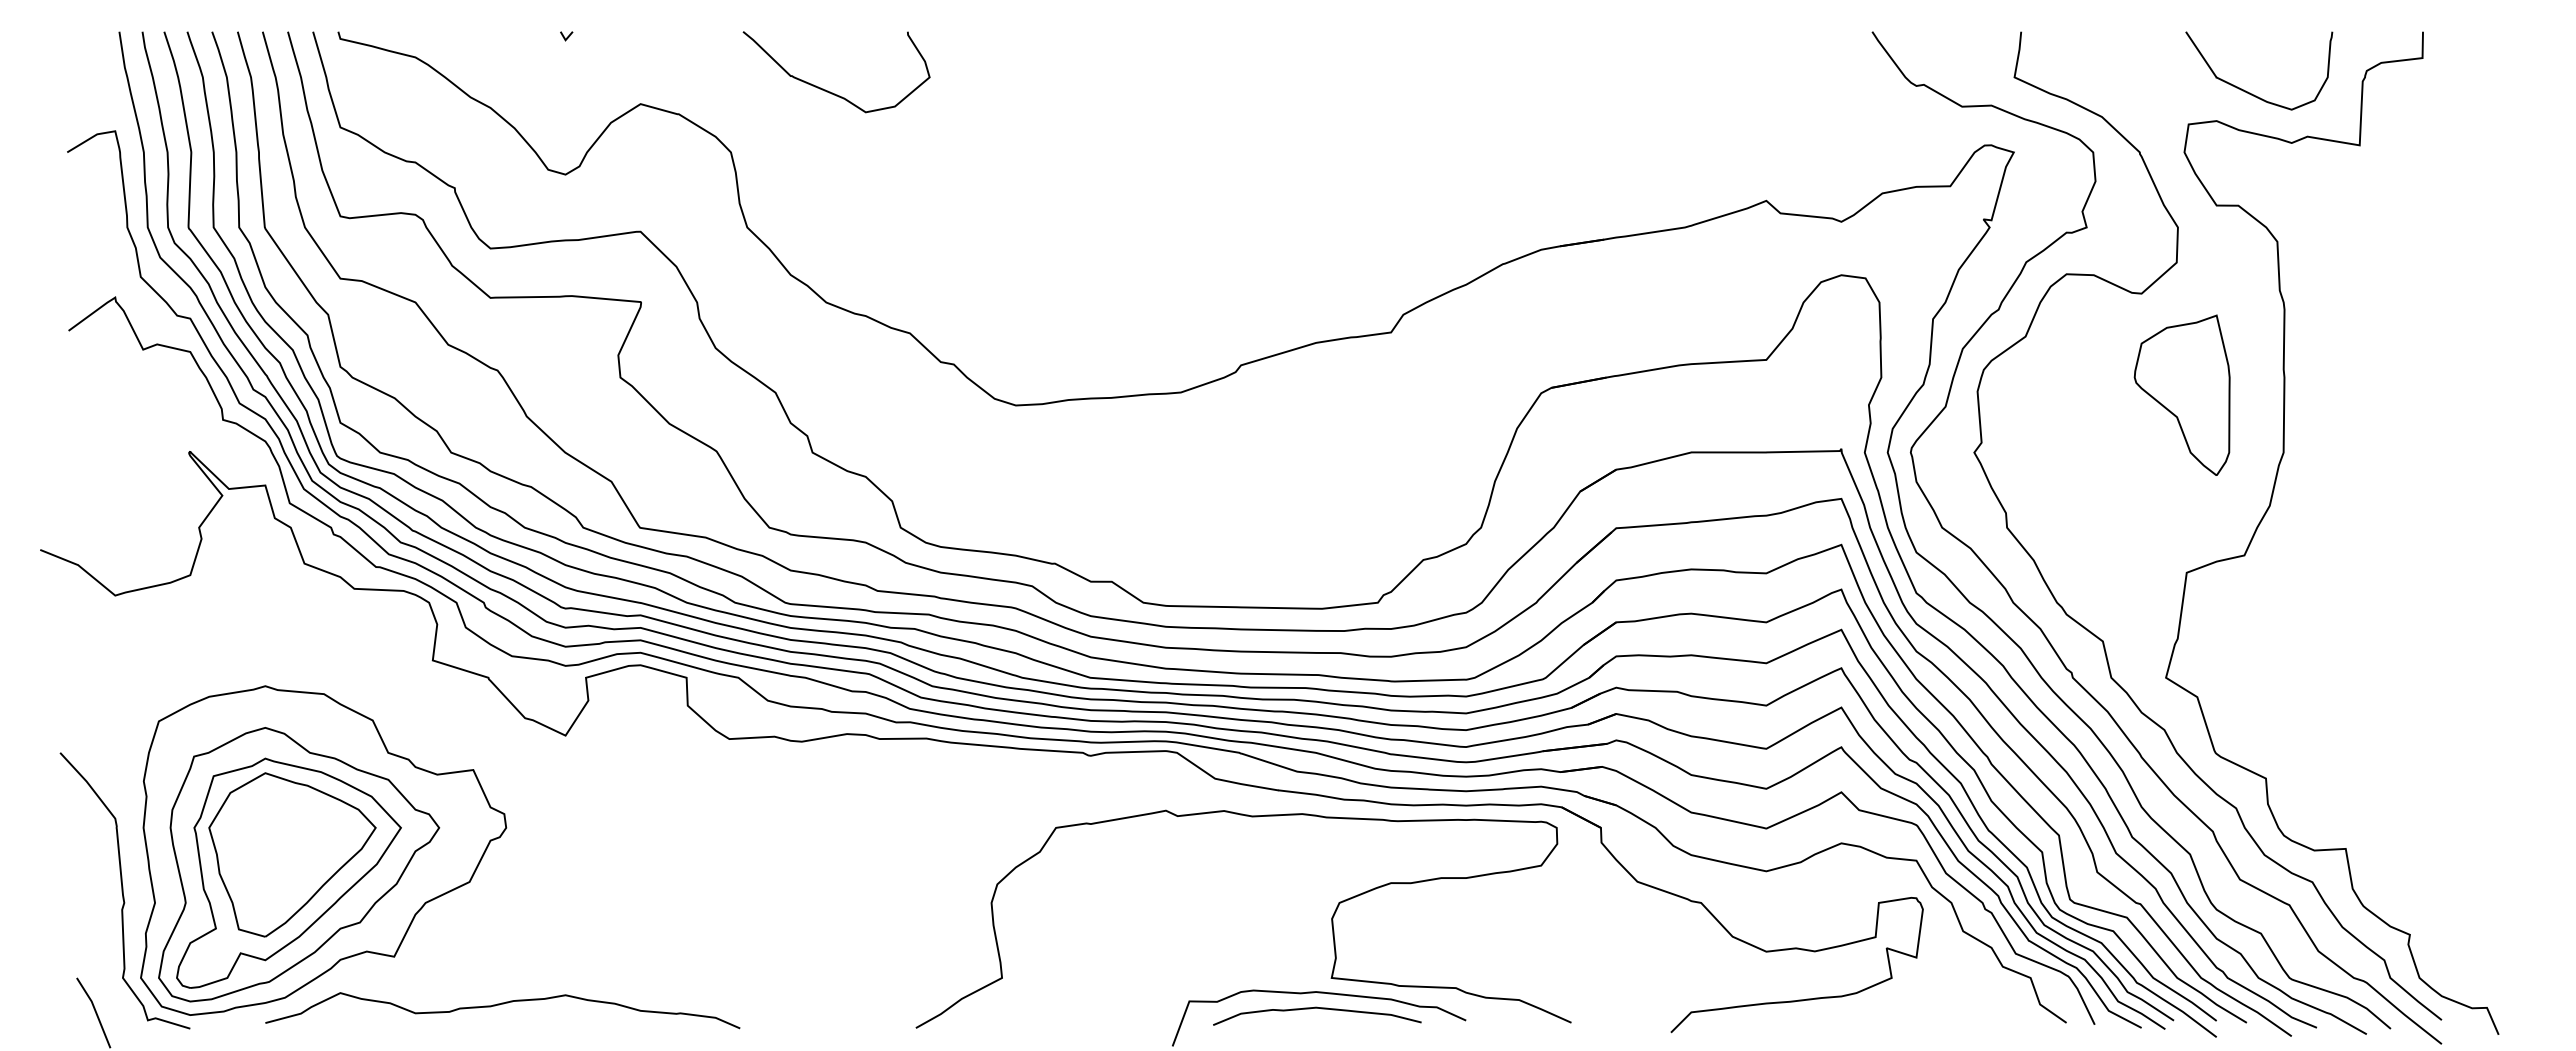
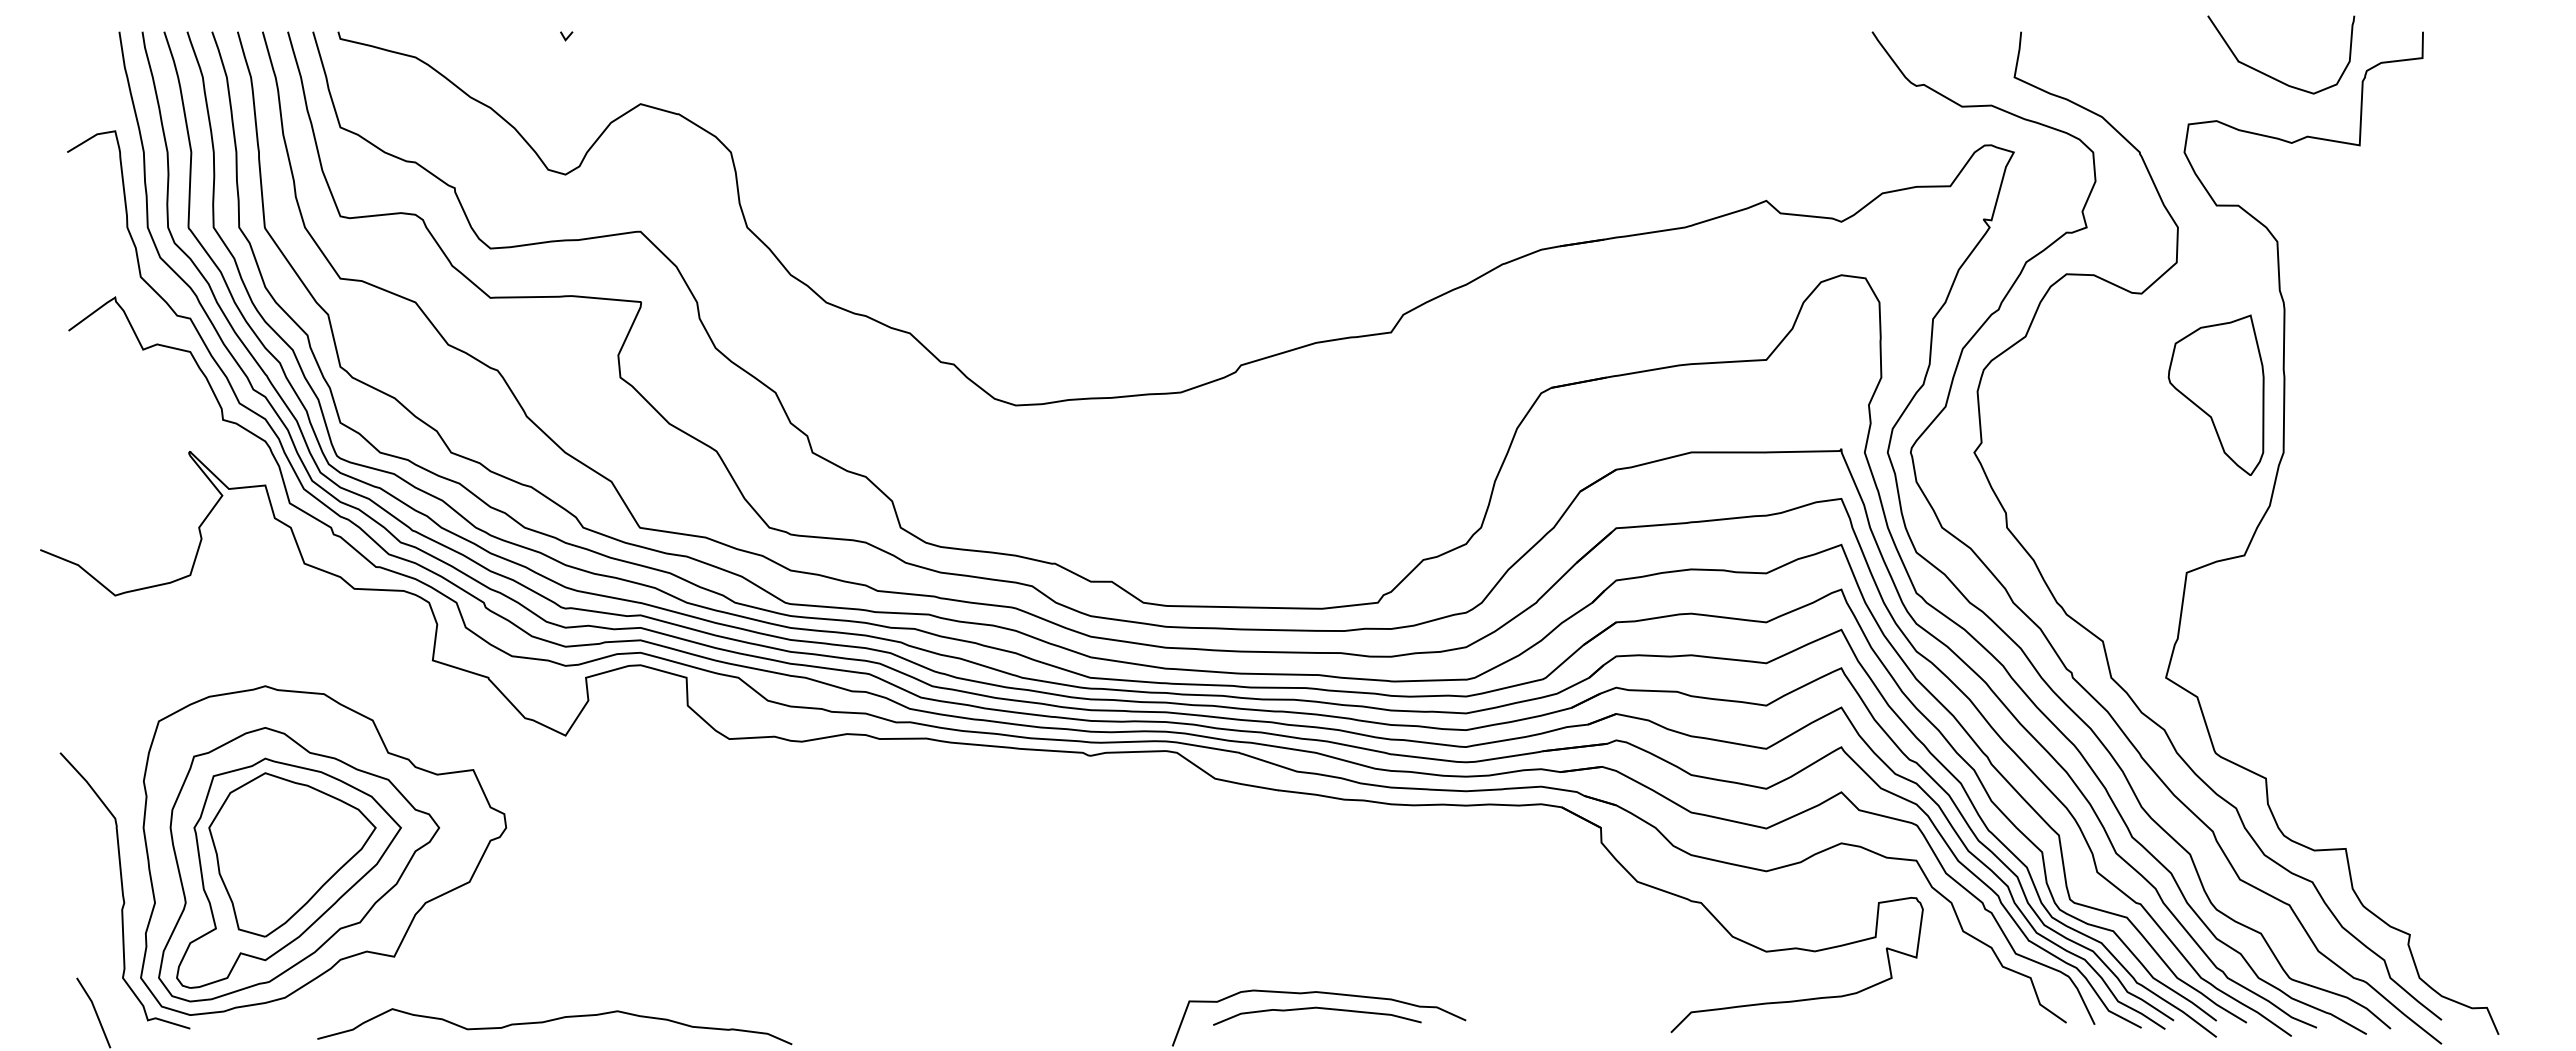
curve at (828, 90): present -> none
curve at (2248, 91) position: (2248, 91) -> (2270, 75)
part at (2181, 394) position: (2181, 394) -> (2215, 394)
curve at (1331, 918): present -> none
curve at (499, 1005) position: (499, 1005) -> (551, 1021)
